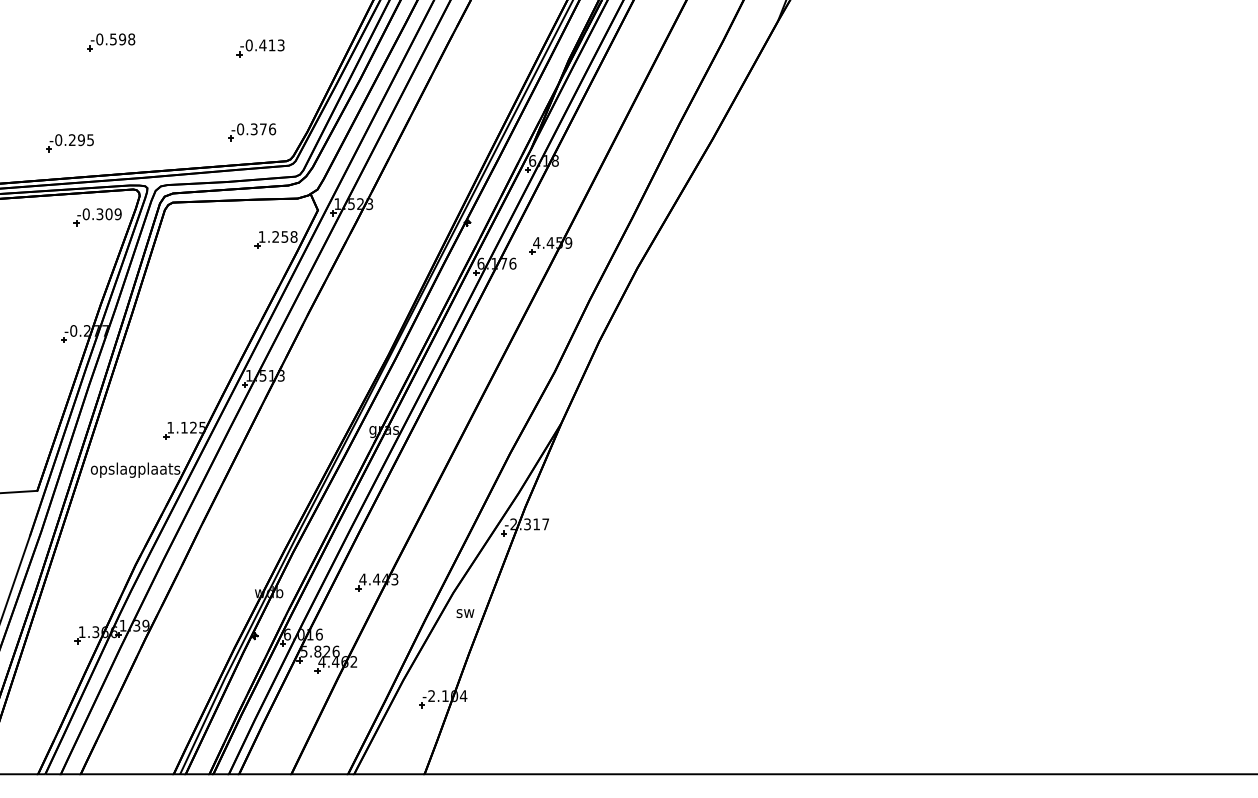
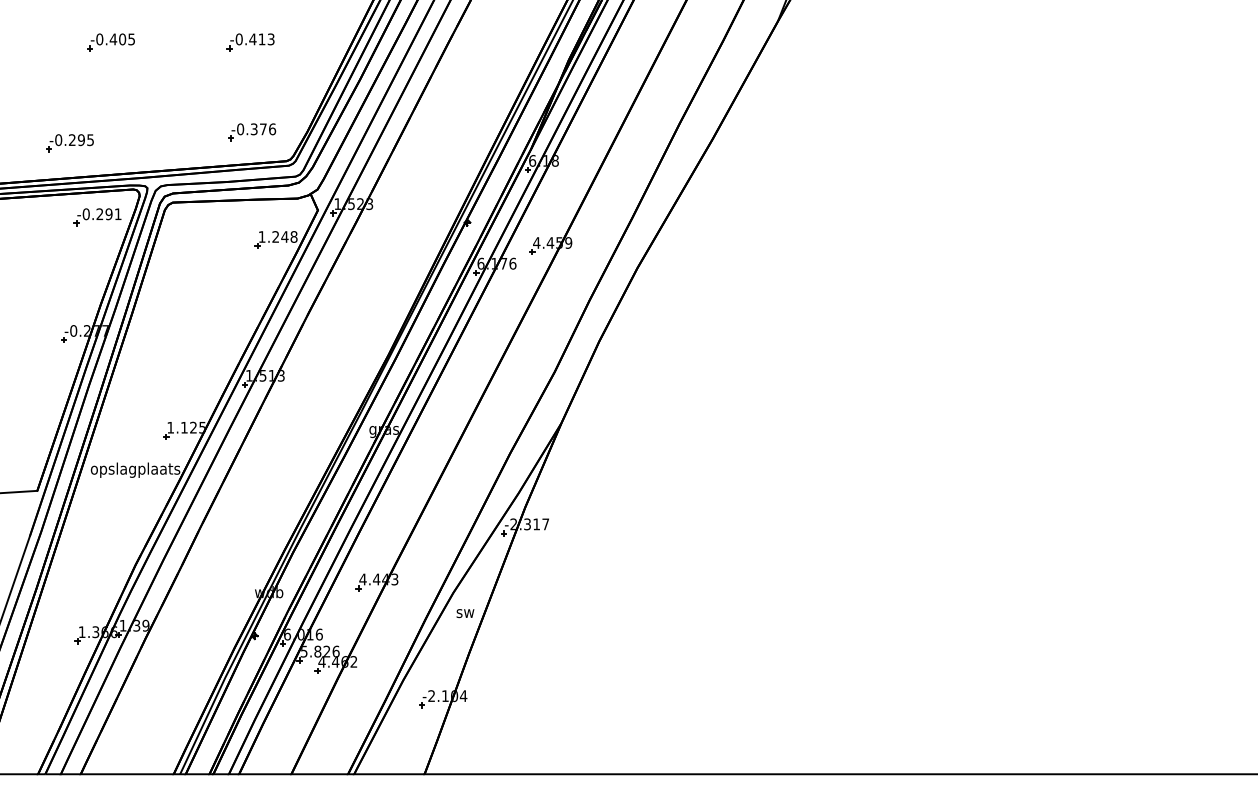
text at (122, 39): -0.598 -> -0.405
part at (260, 48) position: (260, 48) -> (250, 42)
text at (108, 214): -0.309 -> -0.291
text at (284, 236): 1.258 -> 1.248
